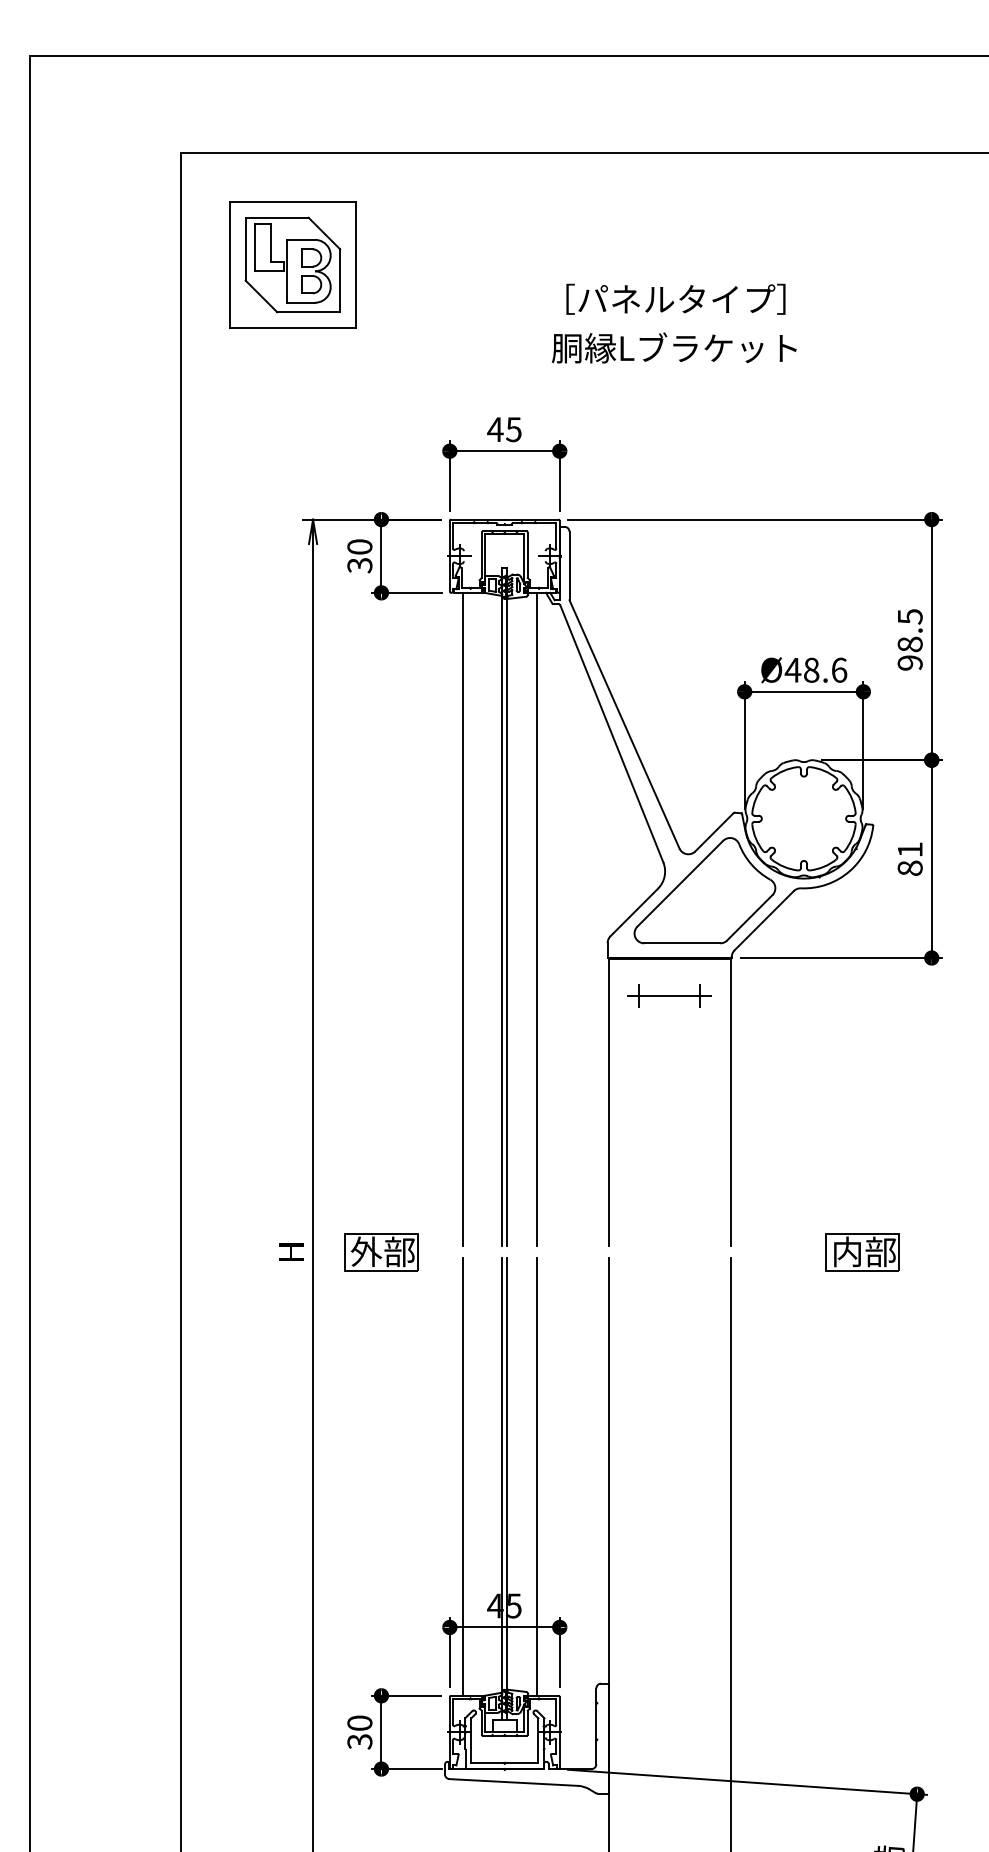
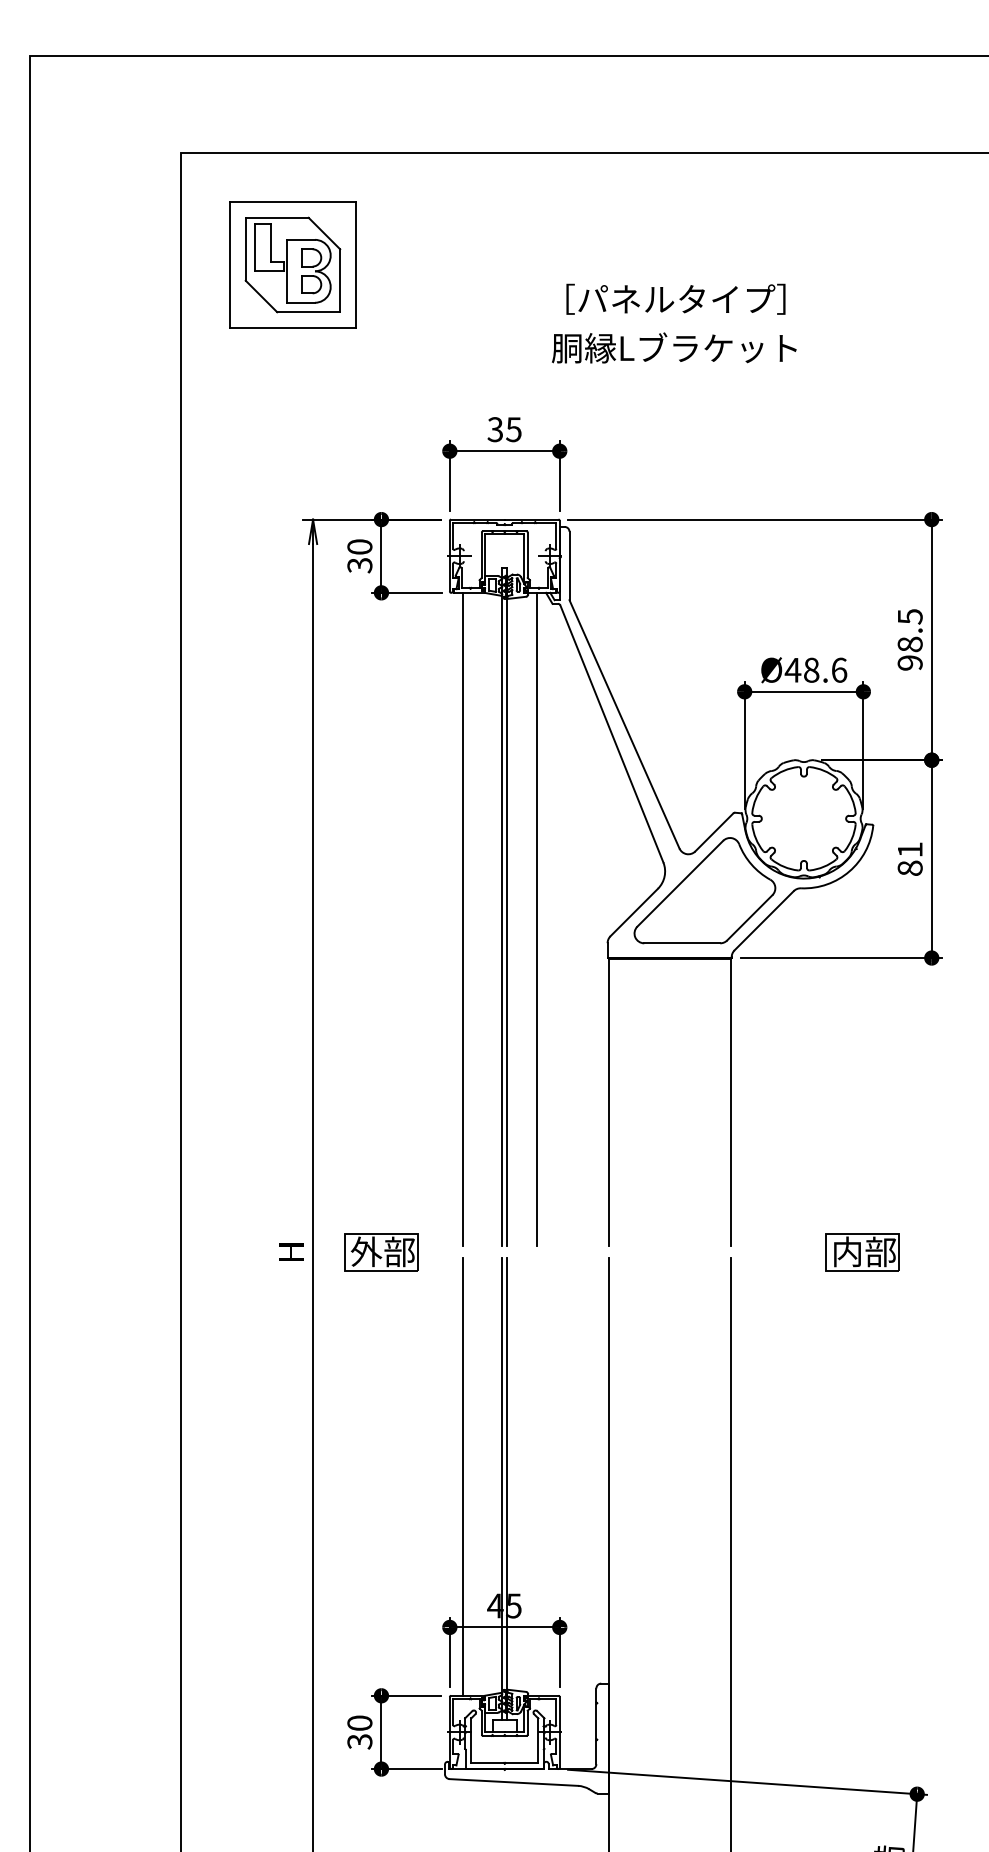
text at (495, 429): 45 -> 35
part at (669, 995): present -> none
line at (536, 1476): present -> none
